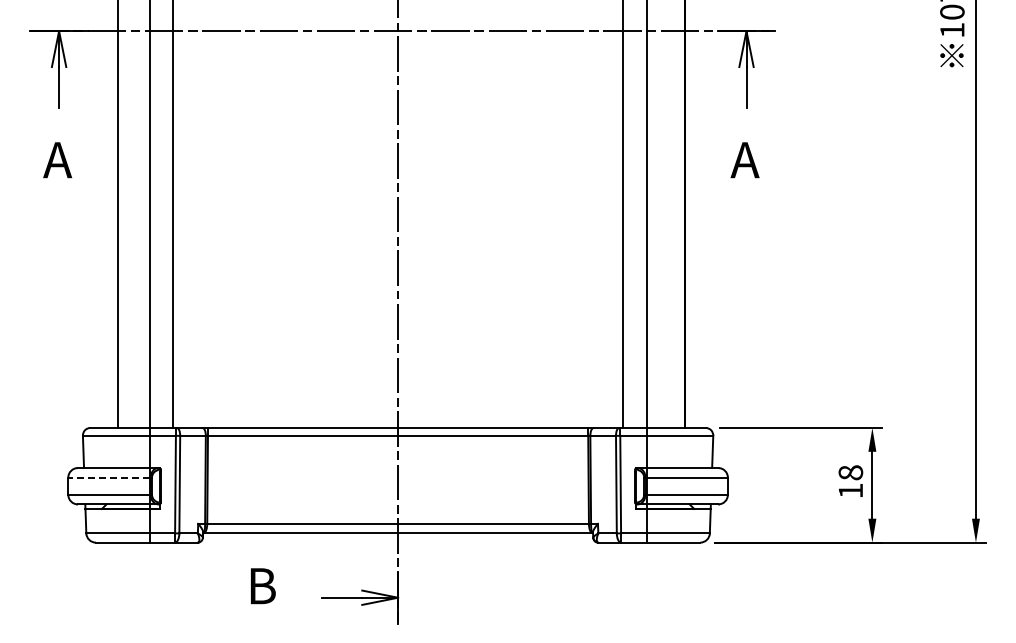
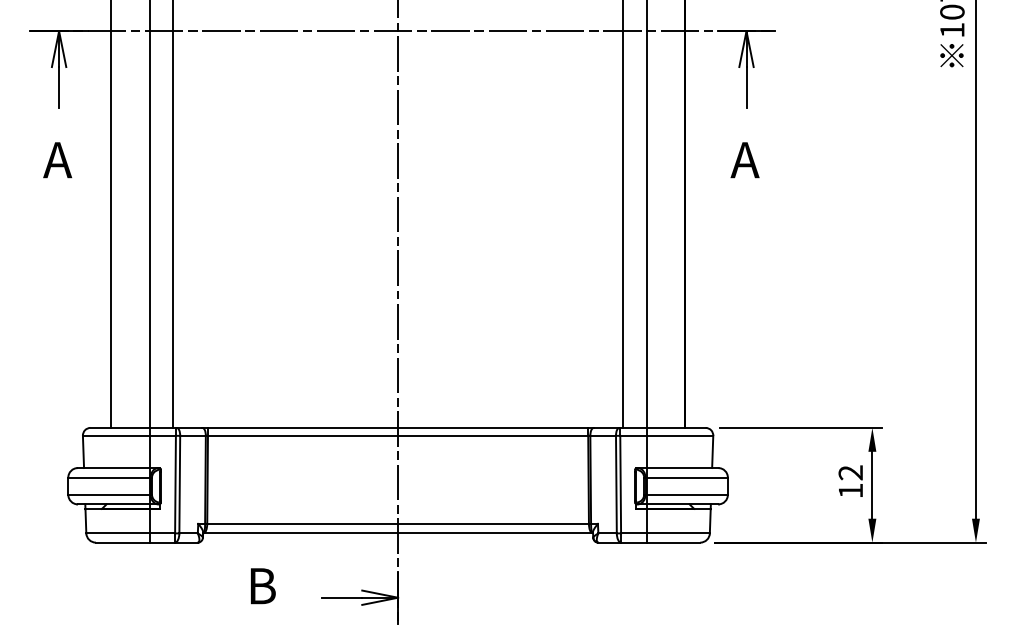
line at (118, 214) position: (118, 214) -> (111, 214)
text at (850, 472): 18 -> 12
line at (108, 477): dashed -> solid
